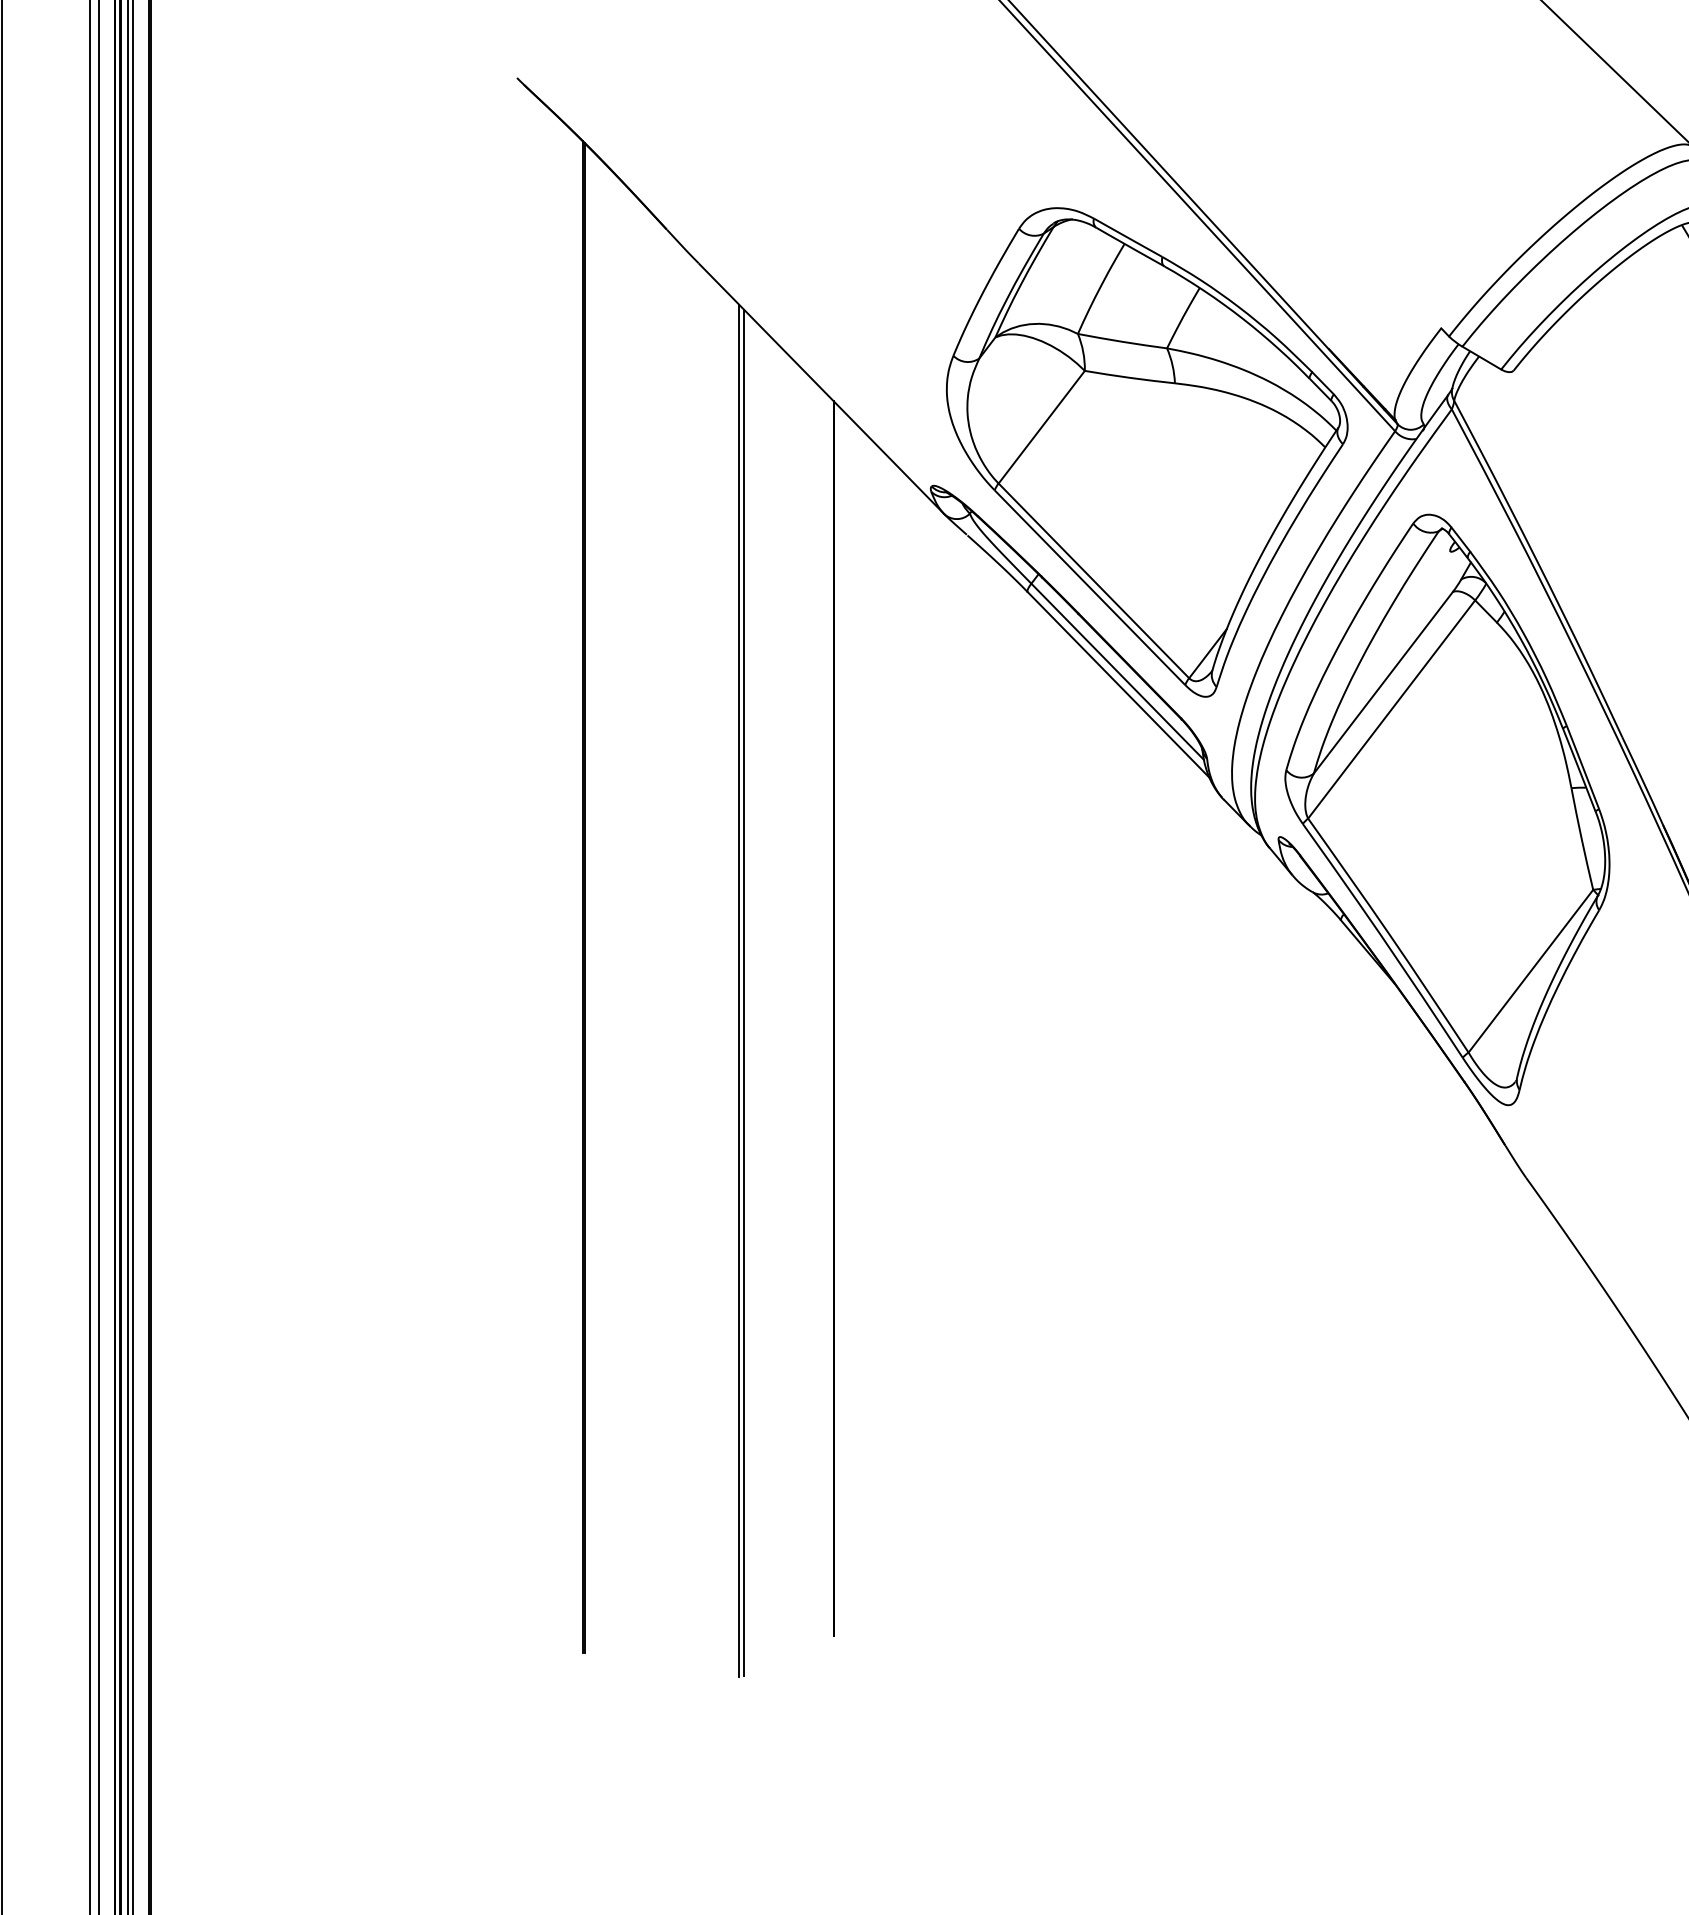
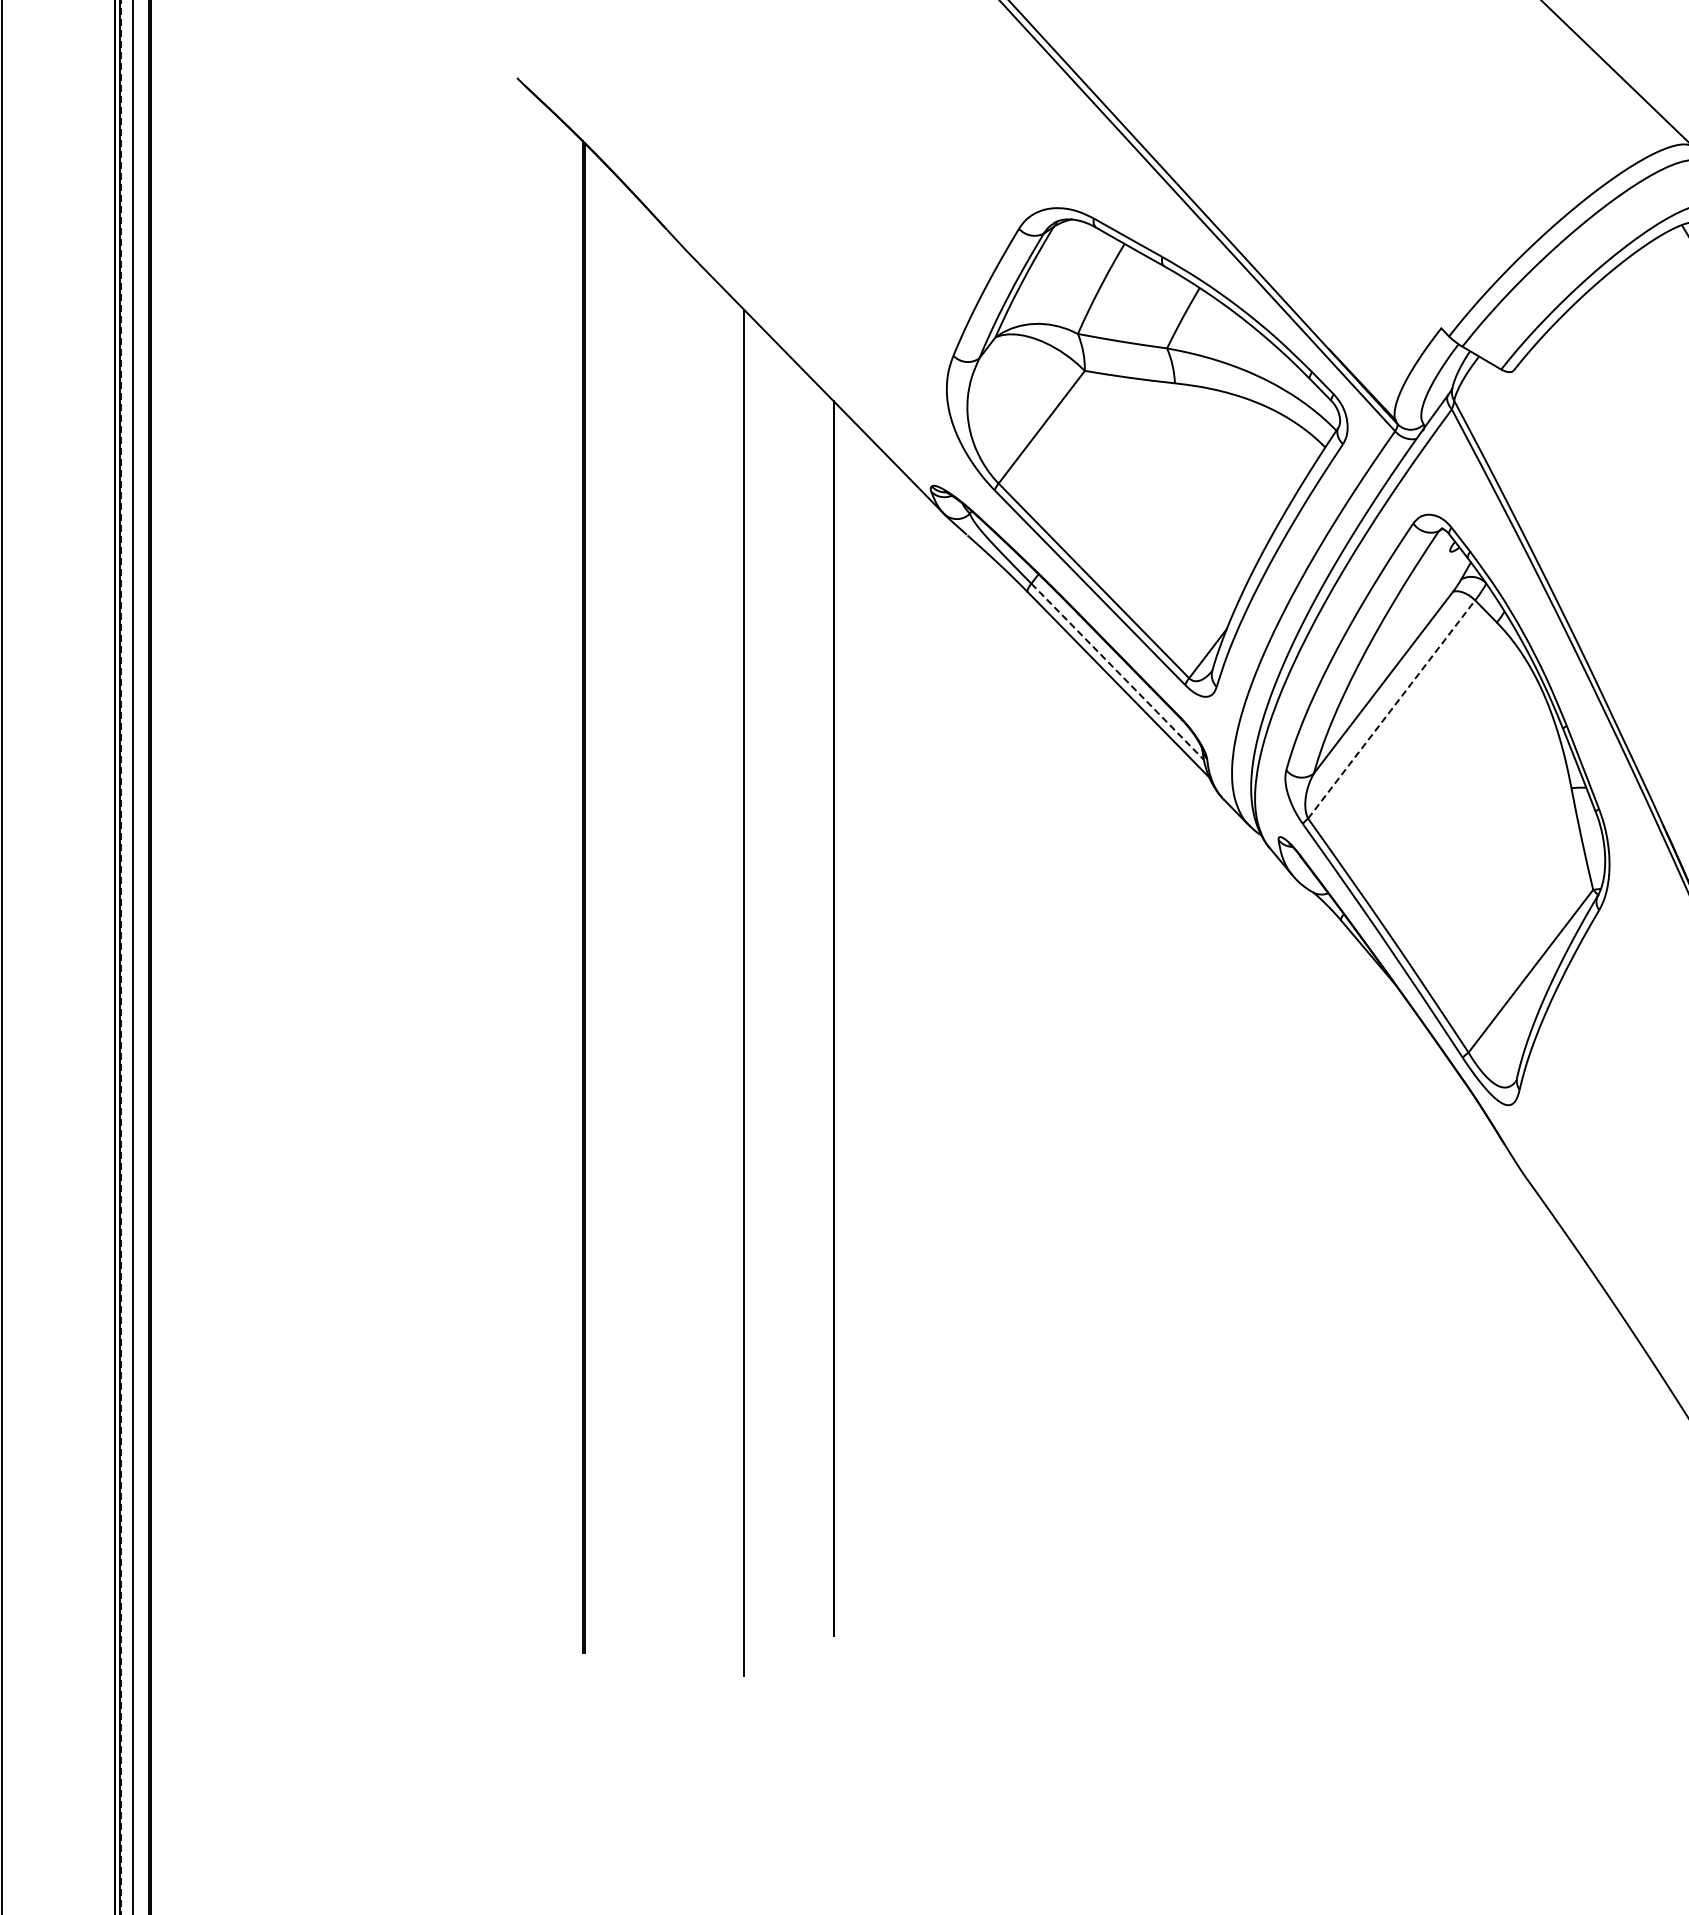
line at (1118, 672): solid -> dashed
line at (1391, 709): solid -> dashed
line at (90, 956): present -> none
line at (99, 956): present -> none
line at (128, 956): present -> none
line at (121, 957): solid -> dashed
line at (739, 990): present -> none
